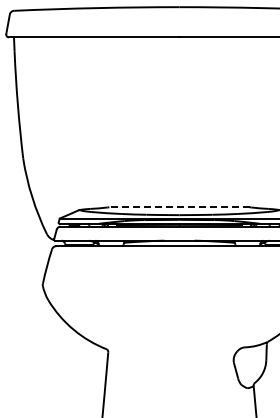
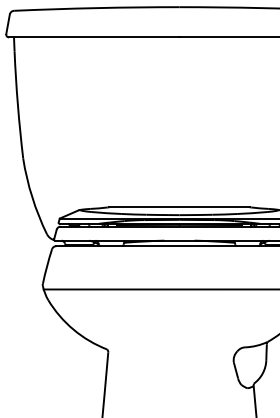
line at (178, 207): dashed -> solid
line at (159, 289): none -> present
